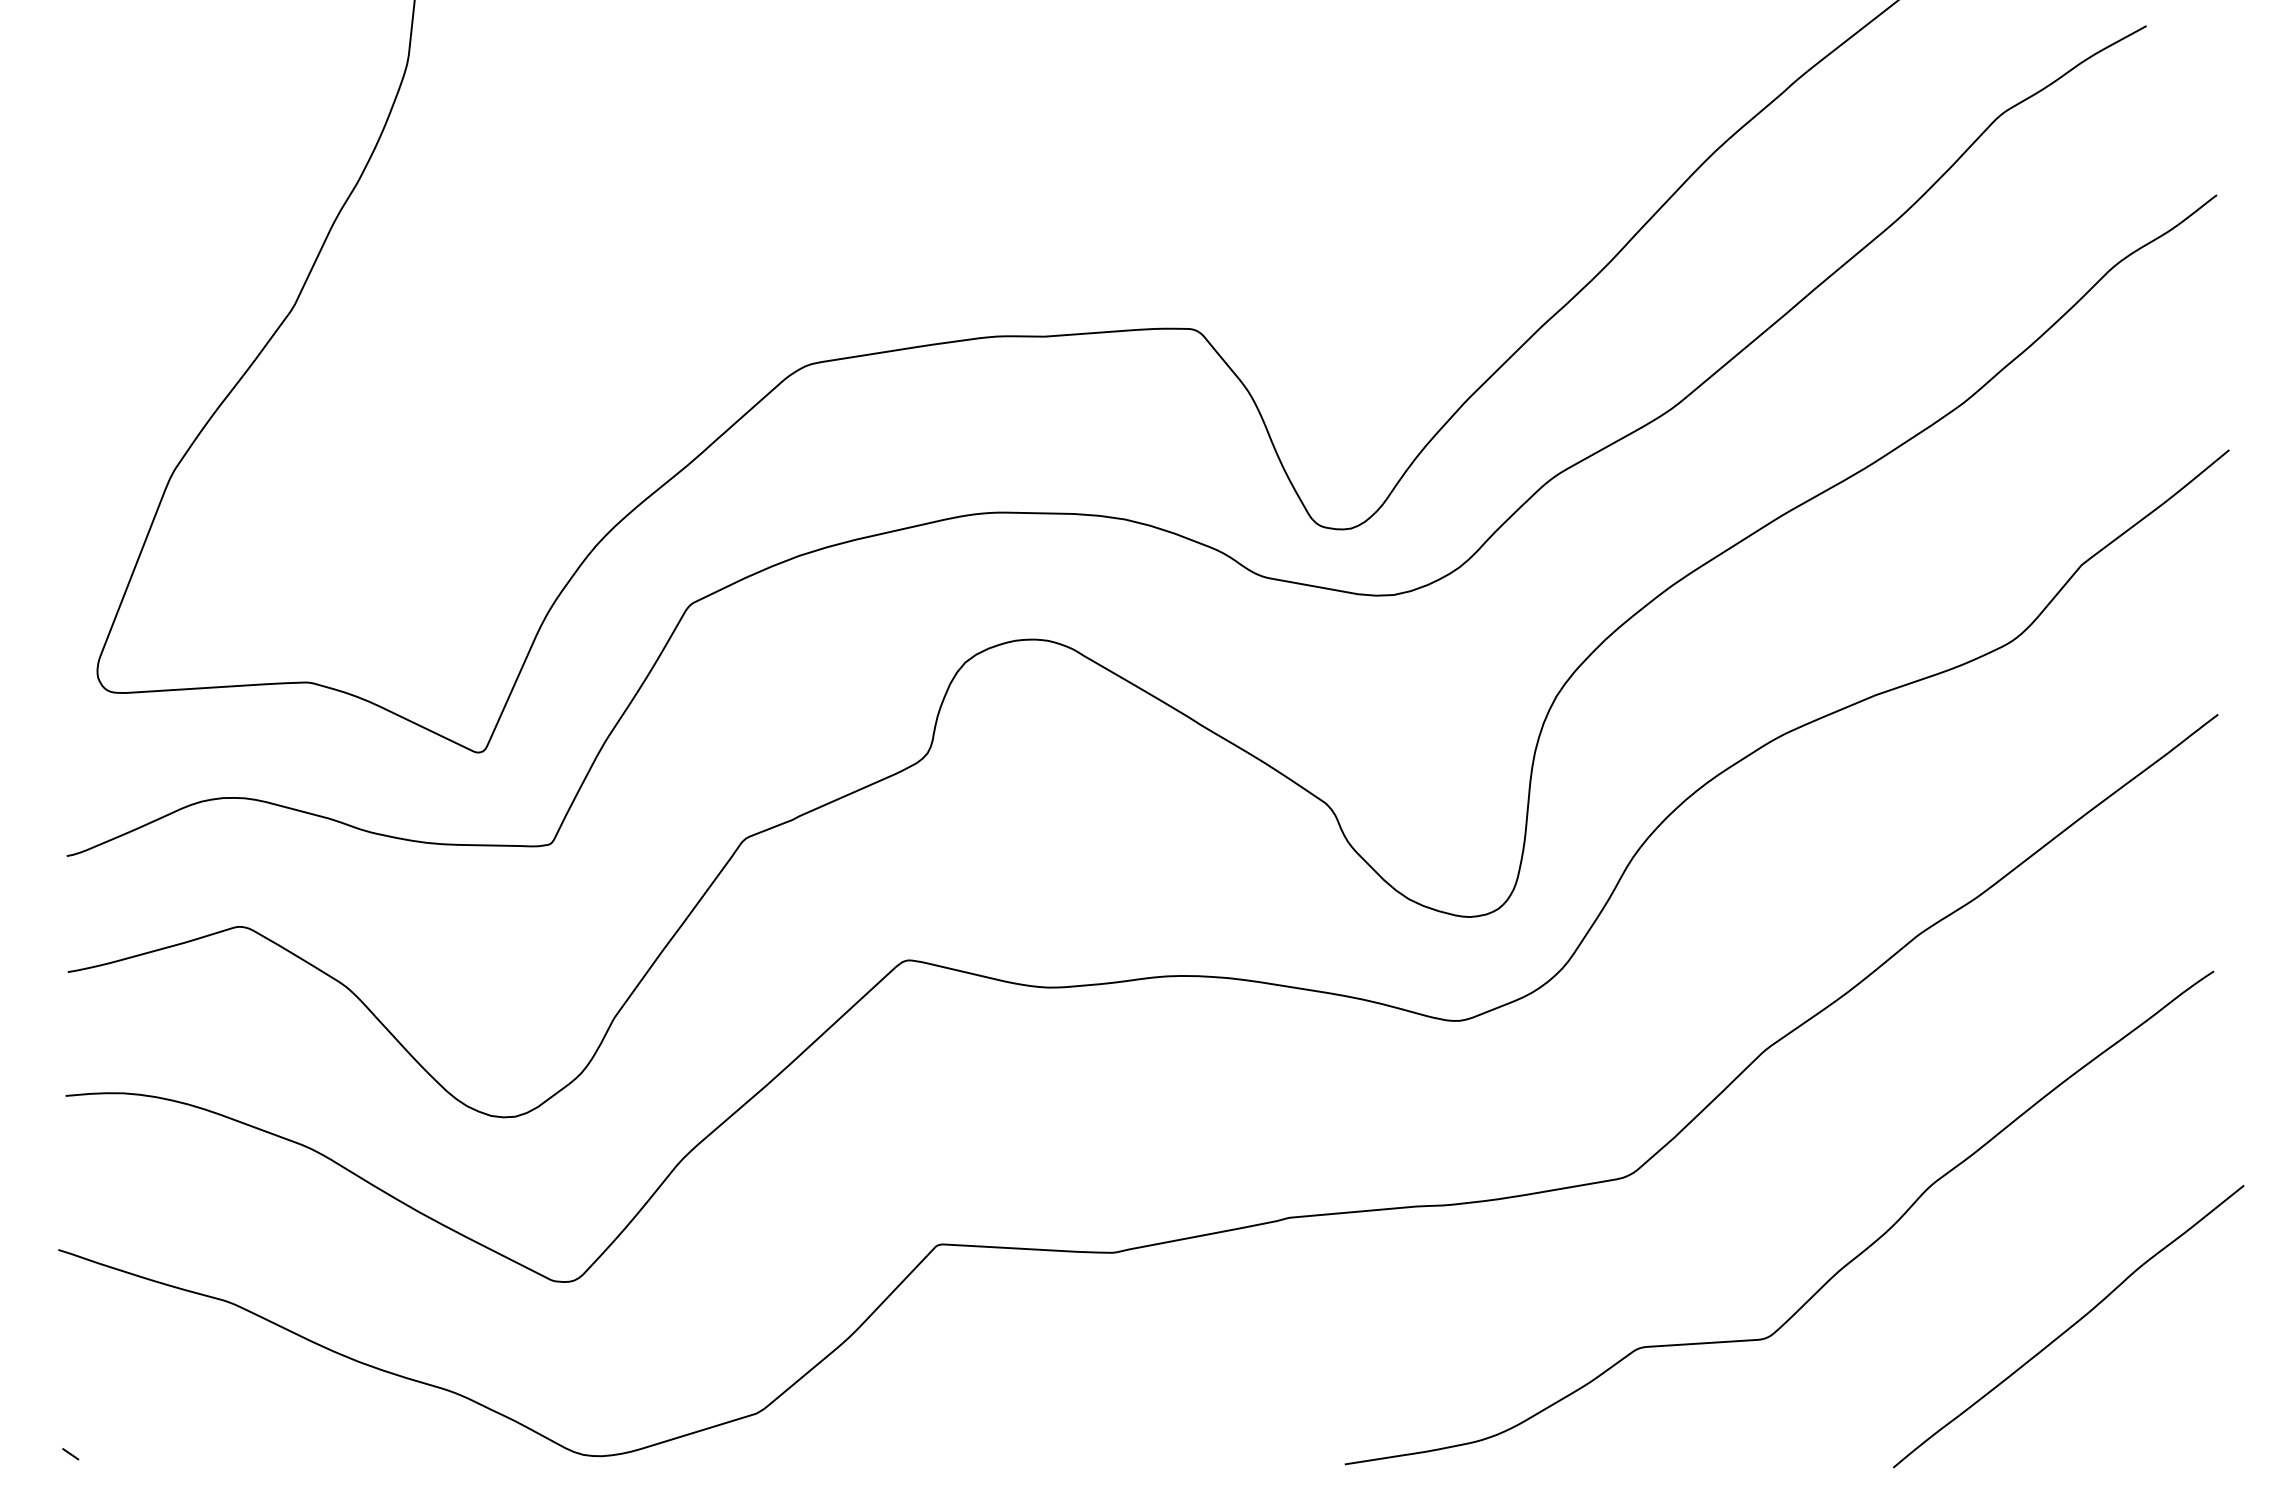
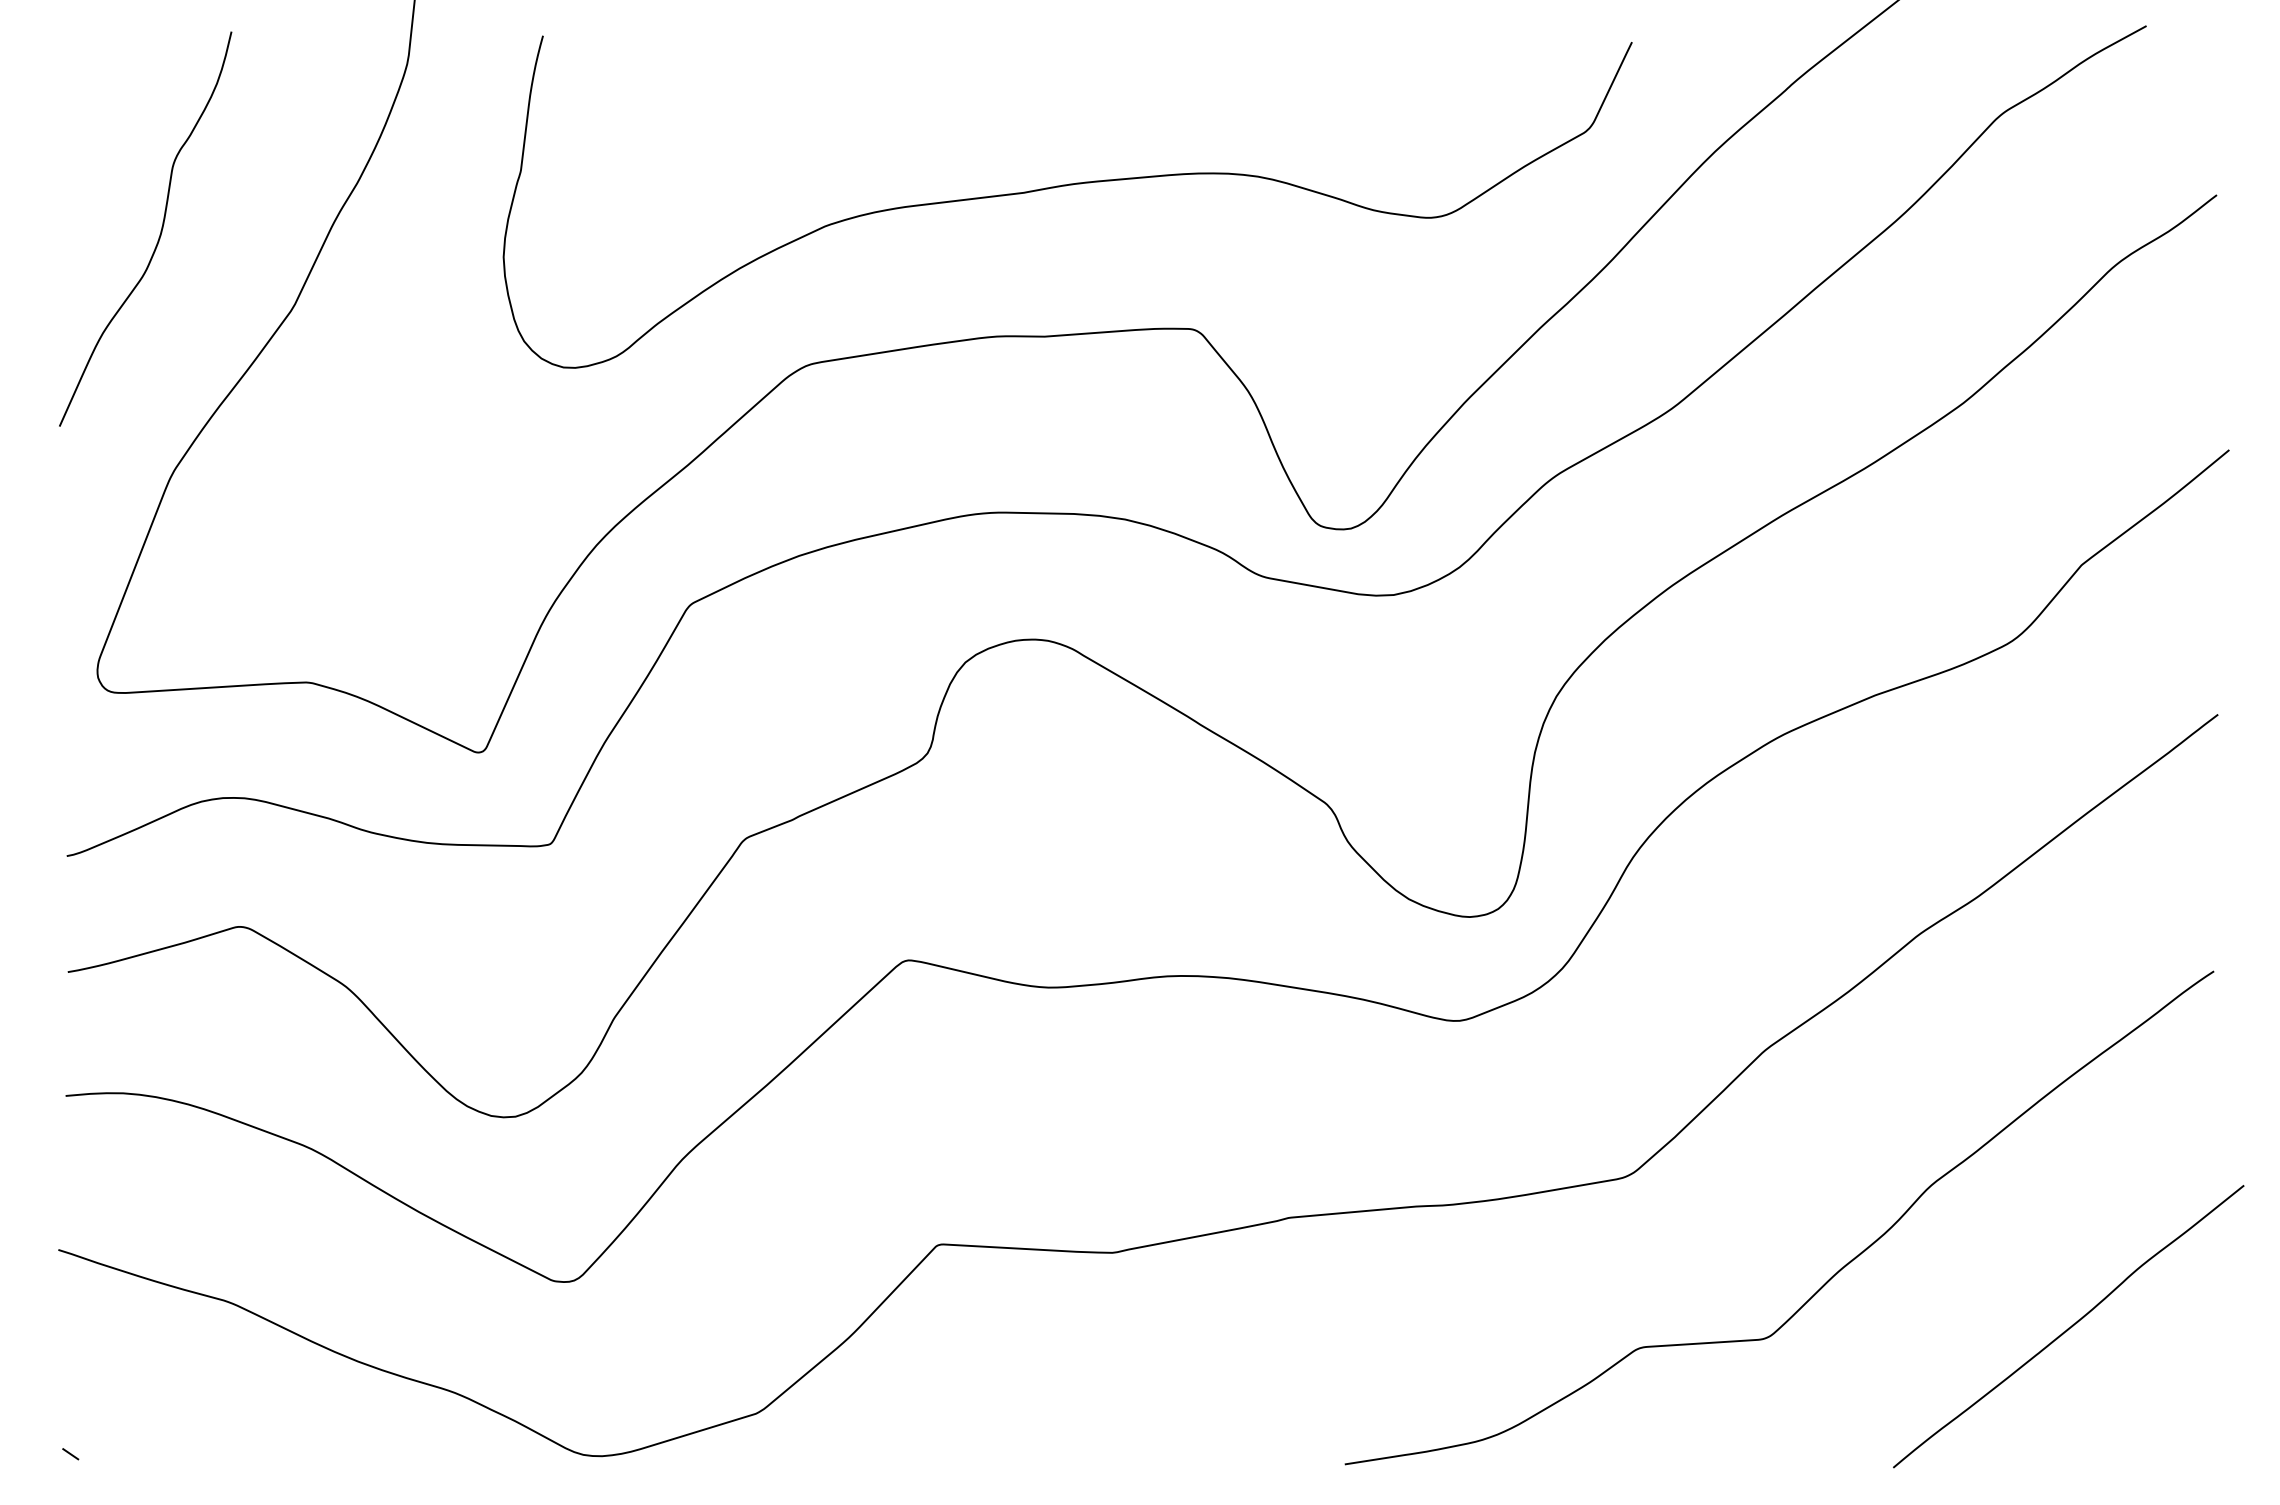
curve at (1066, 186): none -> present
curve at (160, 230): none -> present
